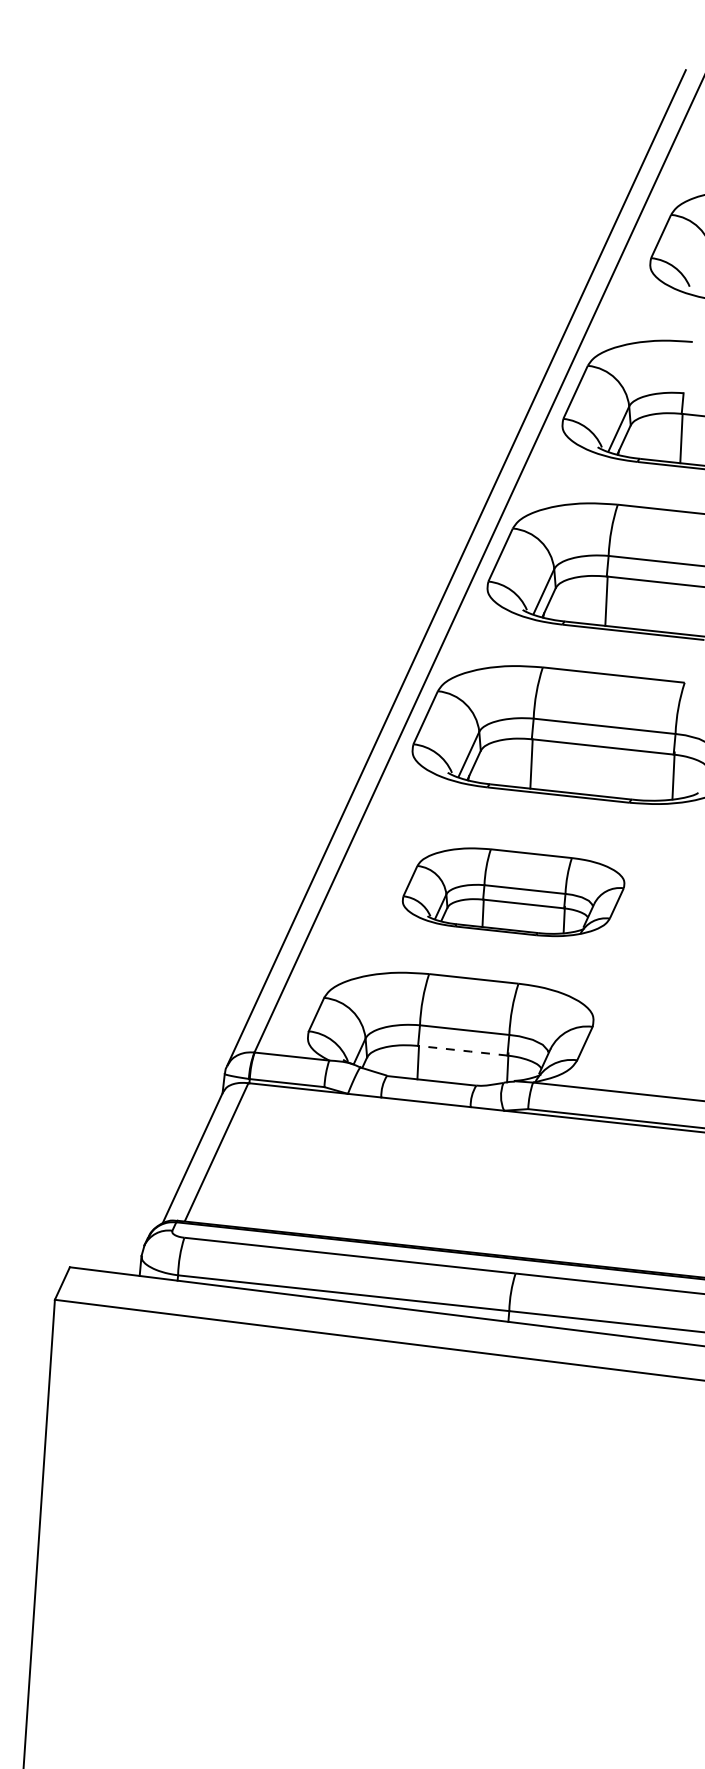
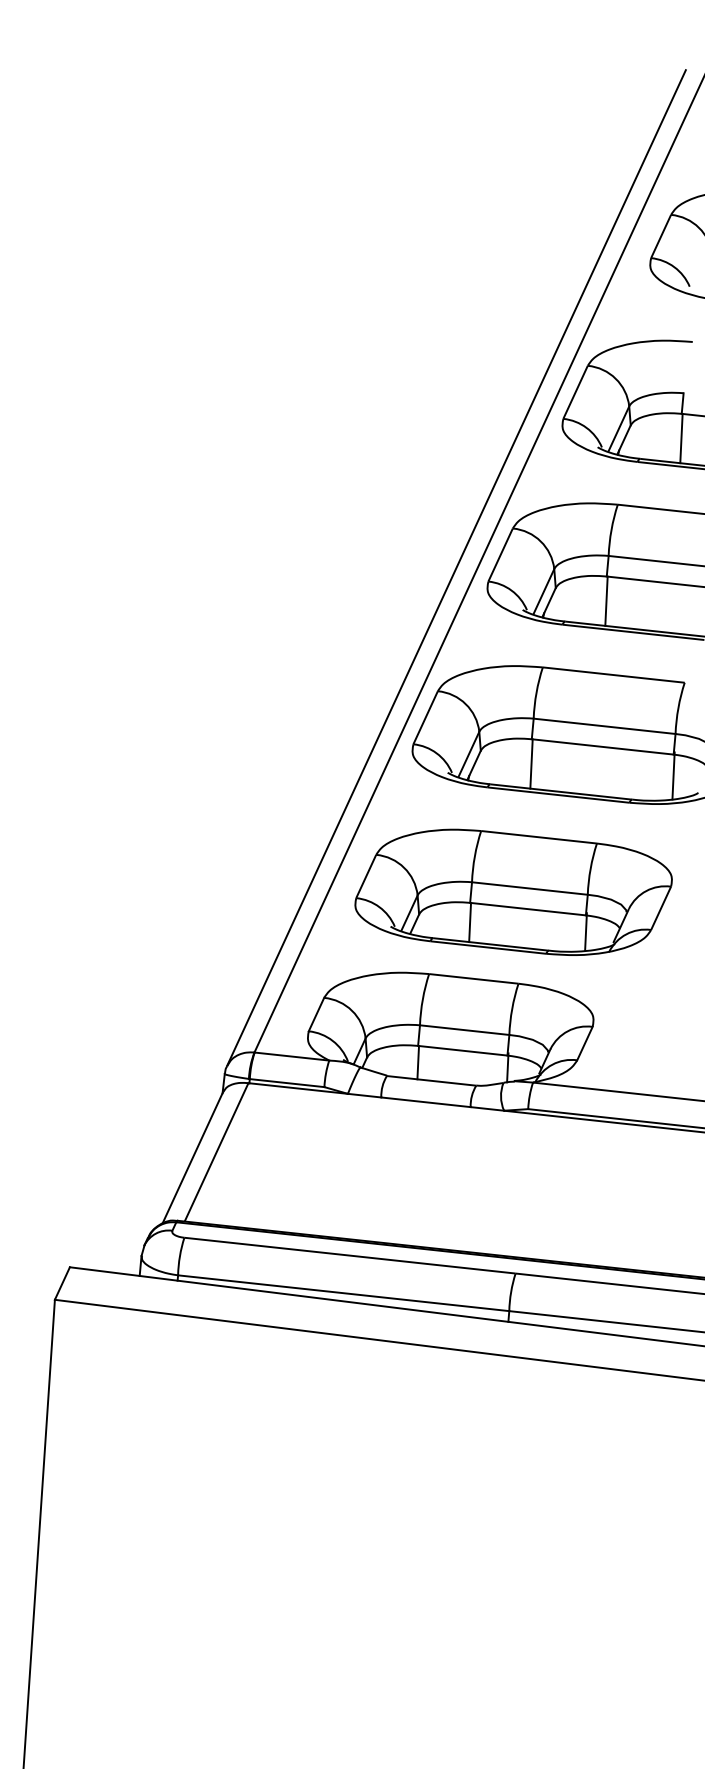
part at (513, 892) size: 224x91 px -> 319x128 px
line at (462, 1050): dashed -> solid
